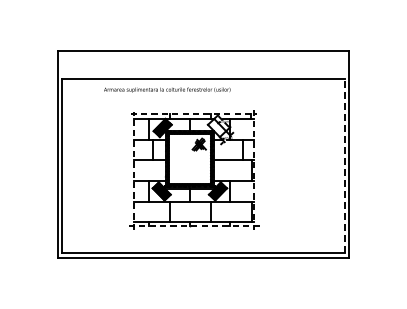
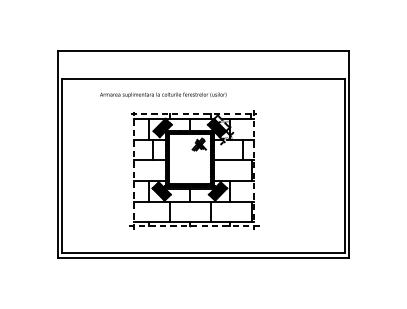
text at (167, 89) position: (167, 89) -> (163, 94)
hatch at (217, 128): none -> present
line at (344, 165): dashed -> solid
